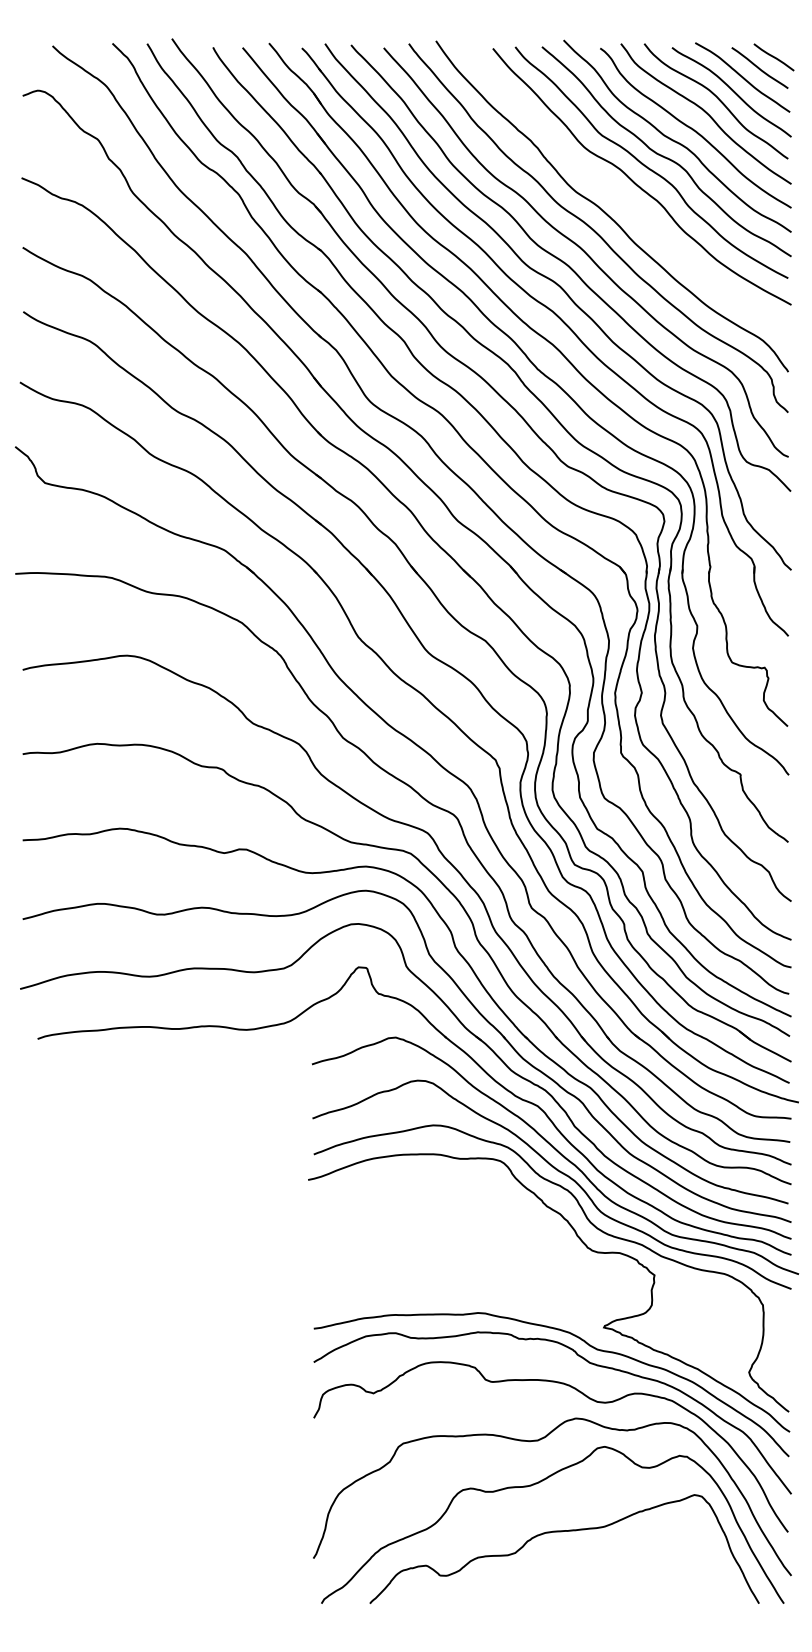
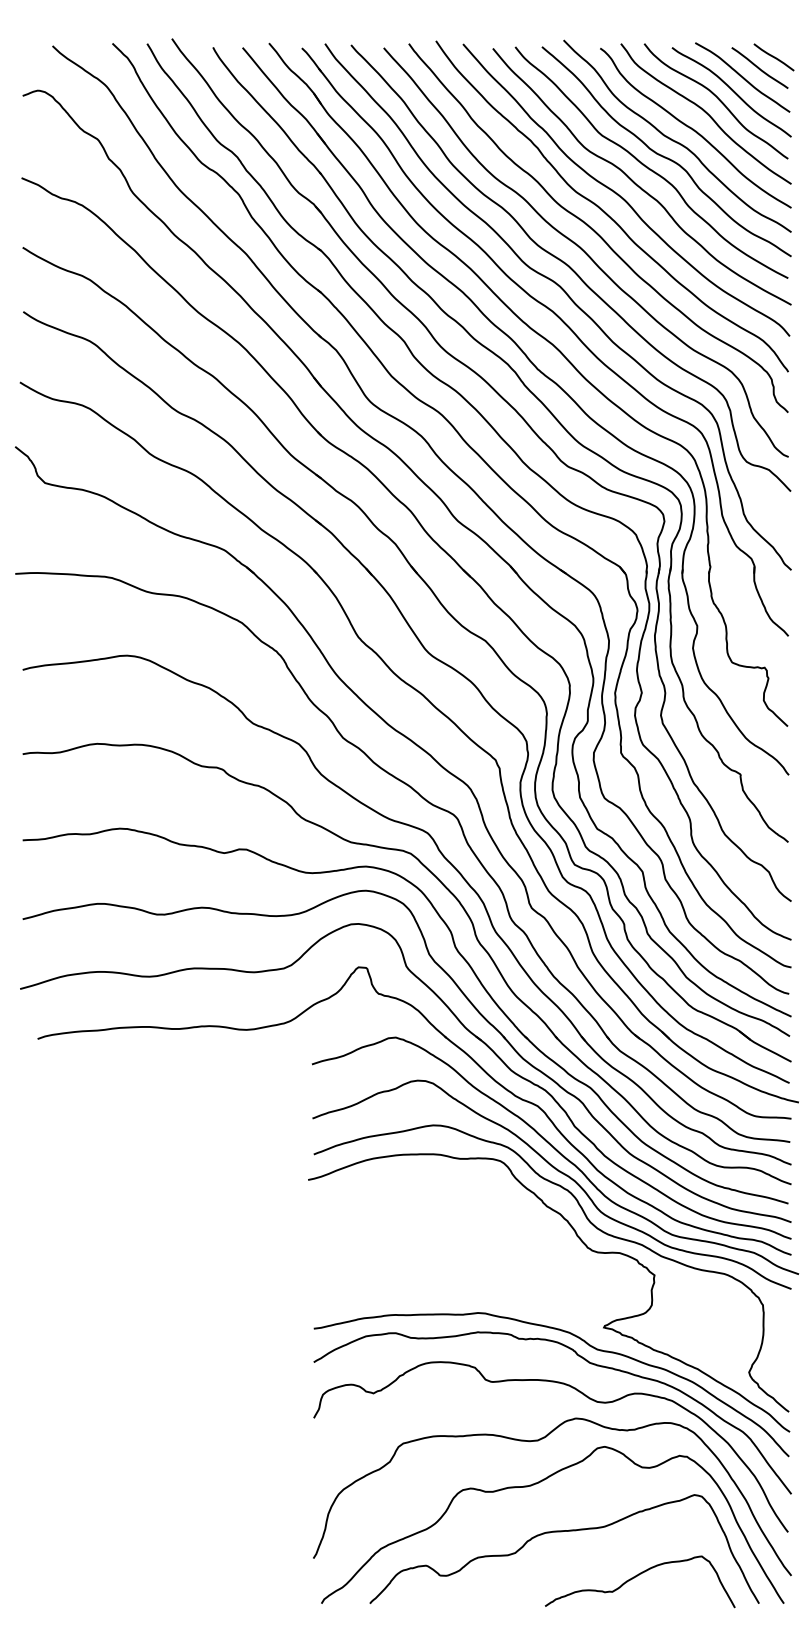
curve at (620, 195): none -> present
curve at (636, 1577): none -> present
